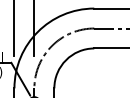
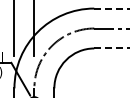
line at (112, 8): solid -> dashed
line at (112, 48): solid -> dashed
